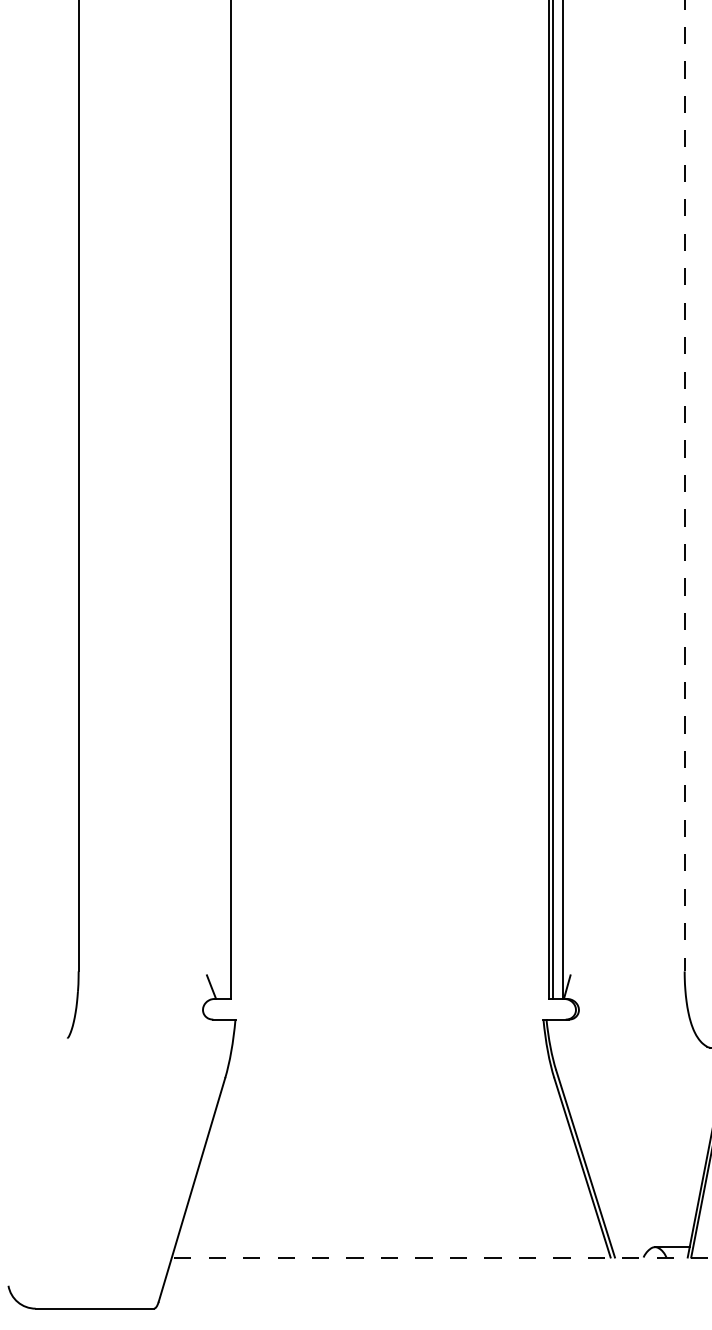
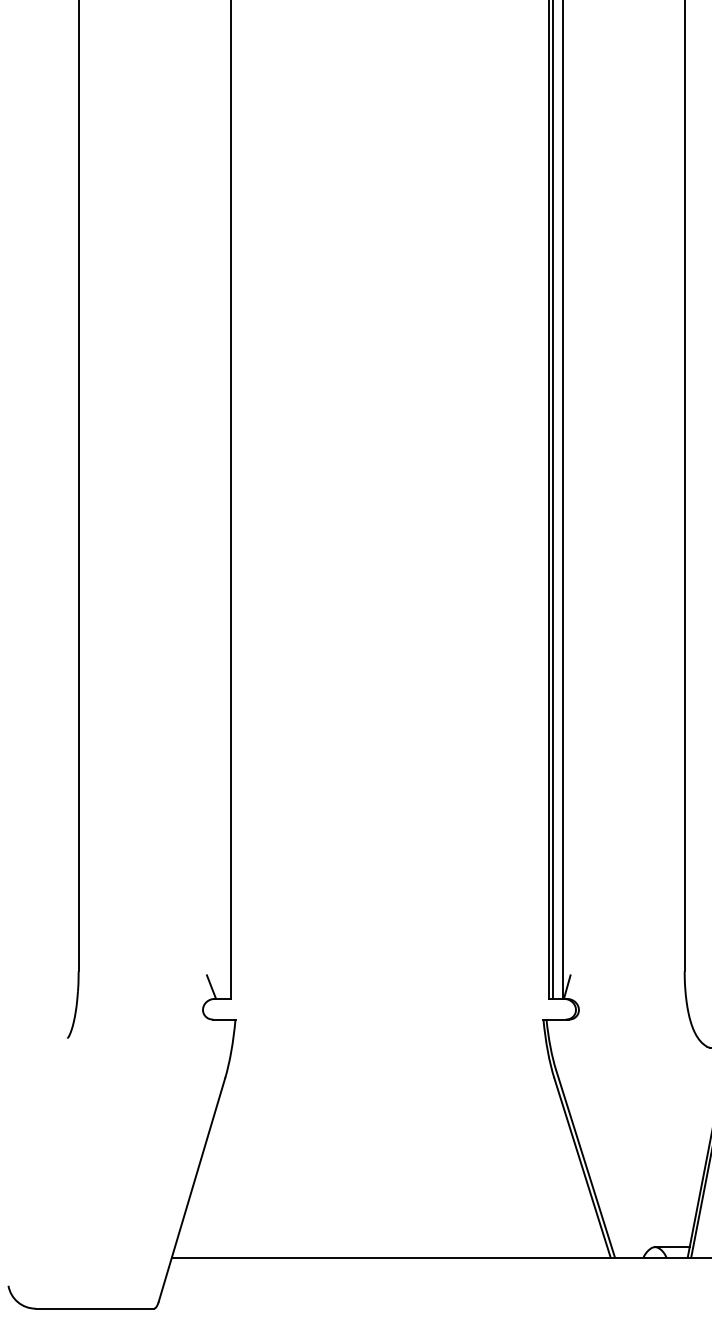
line at (684, 486): dashed -> solid
line at (441, 1257): dashed -> solid
